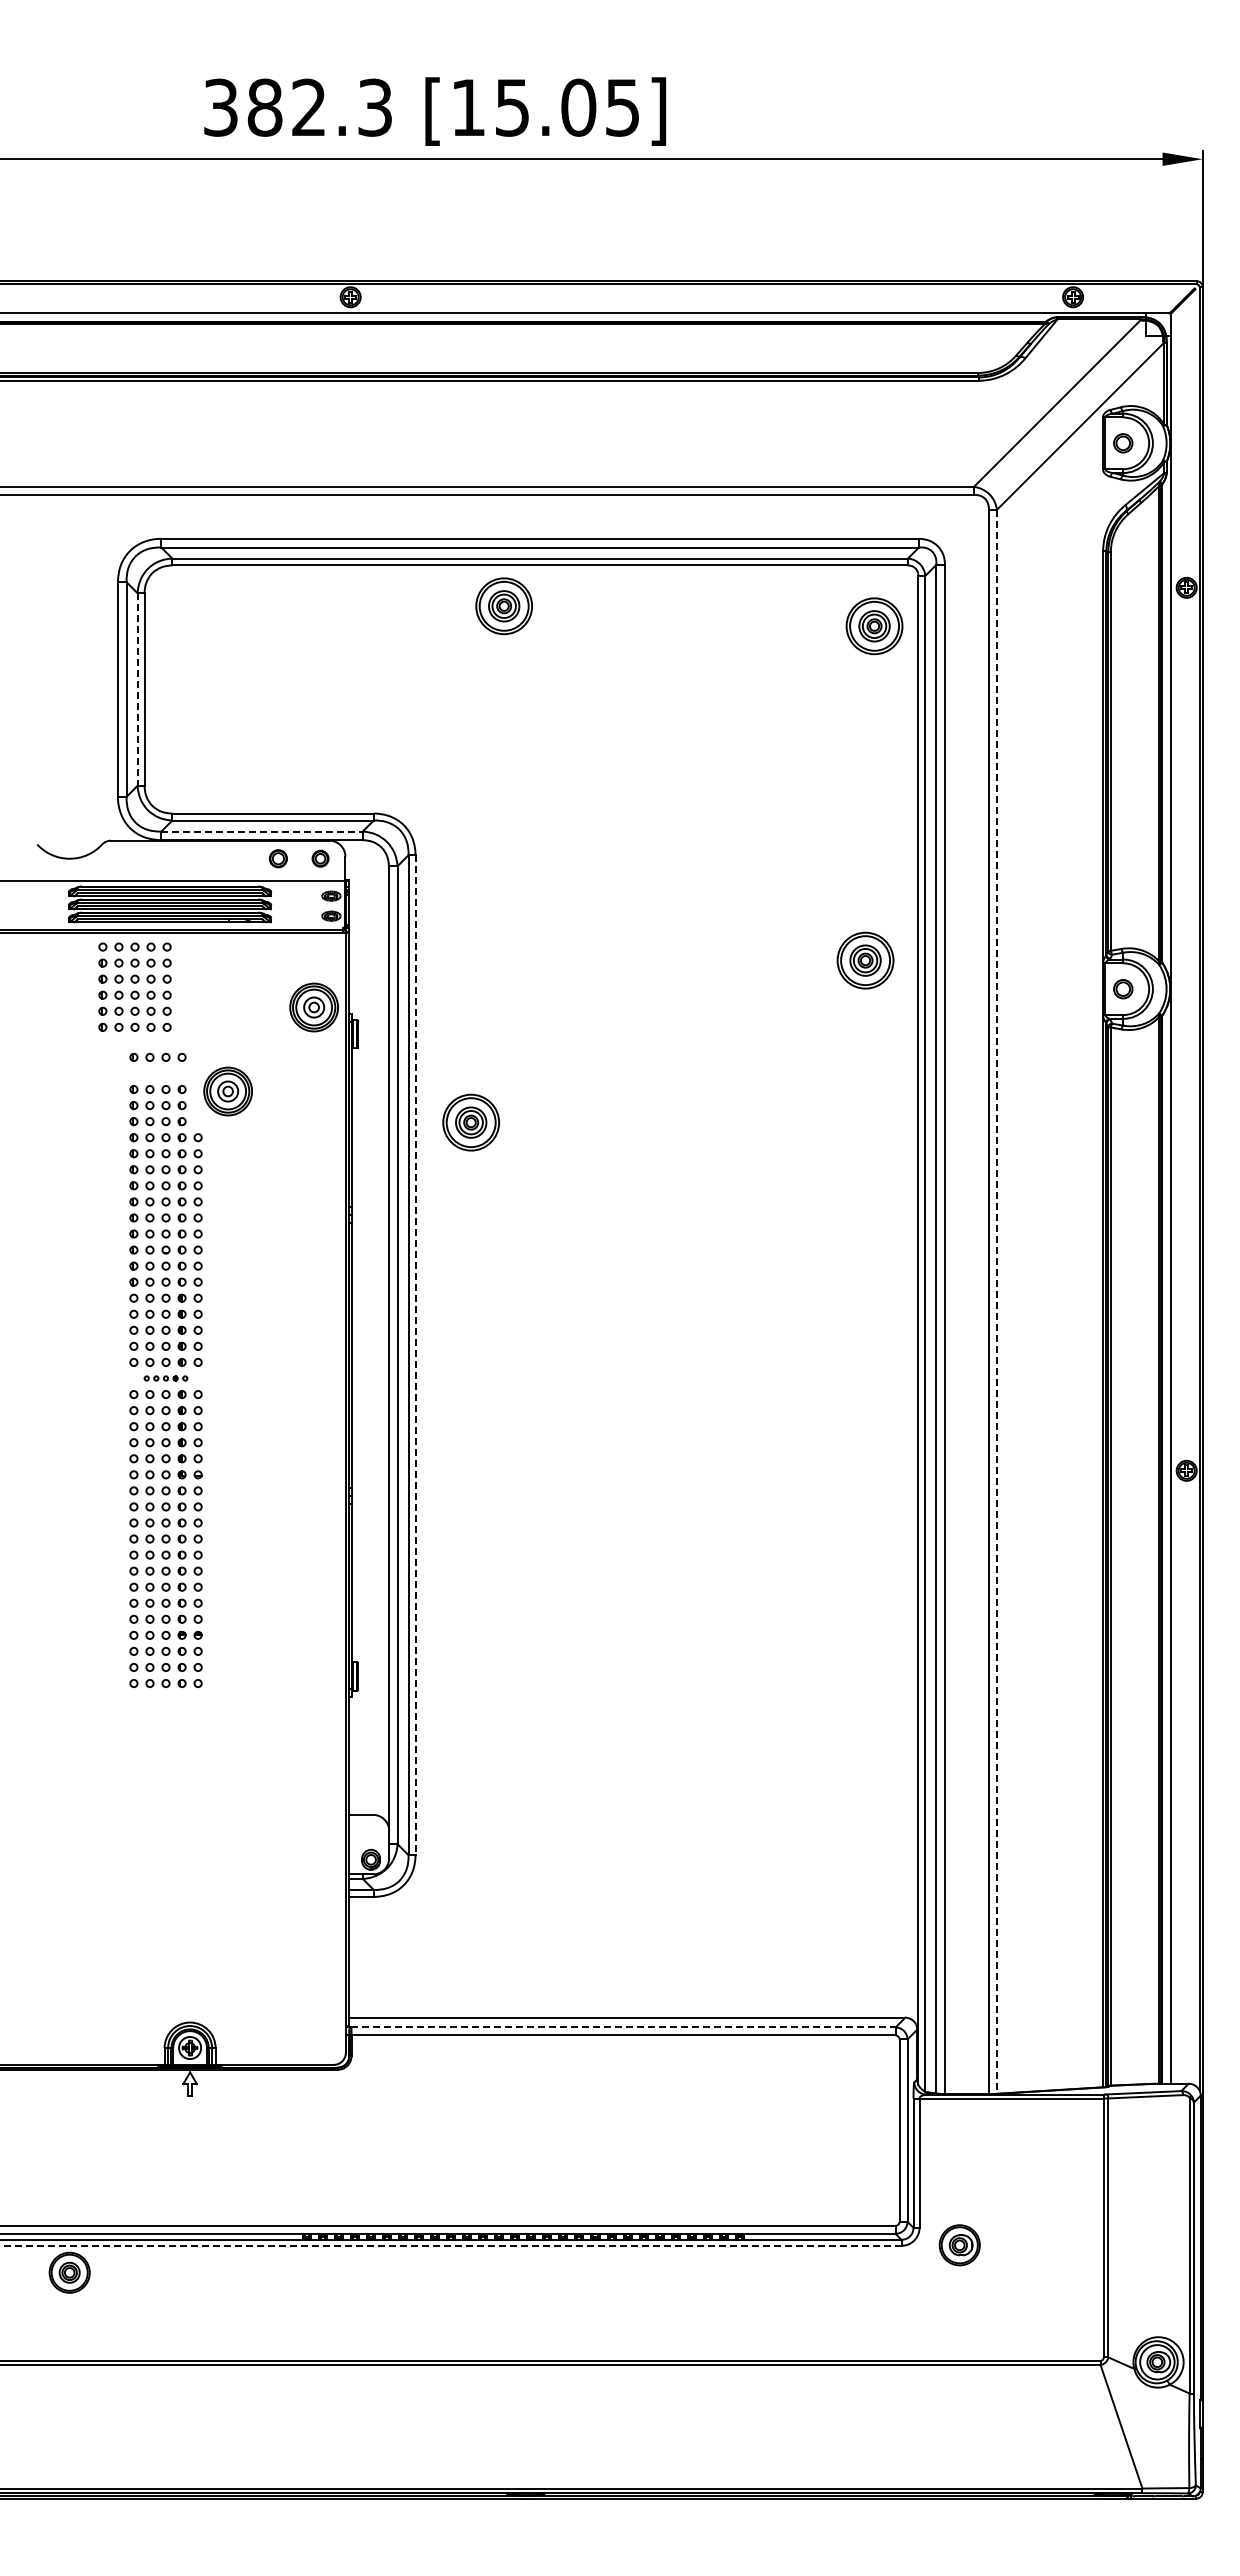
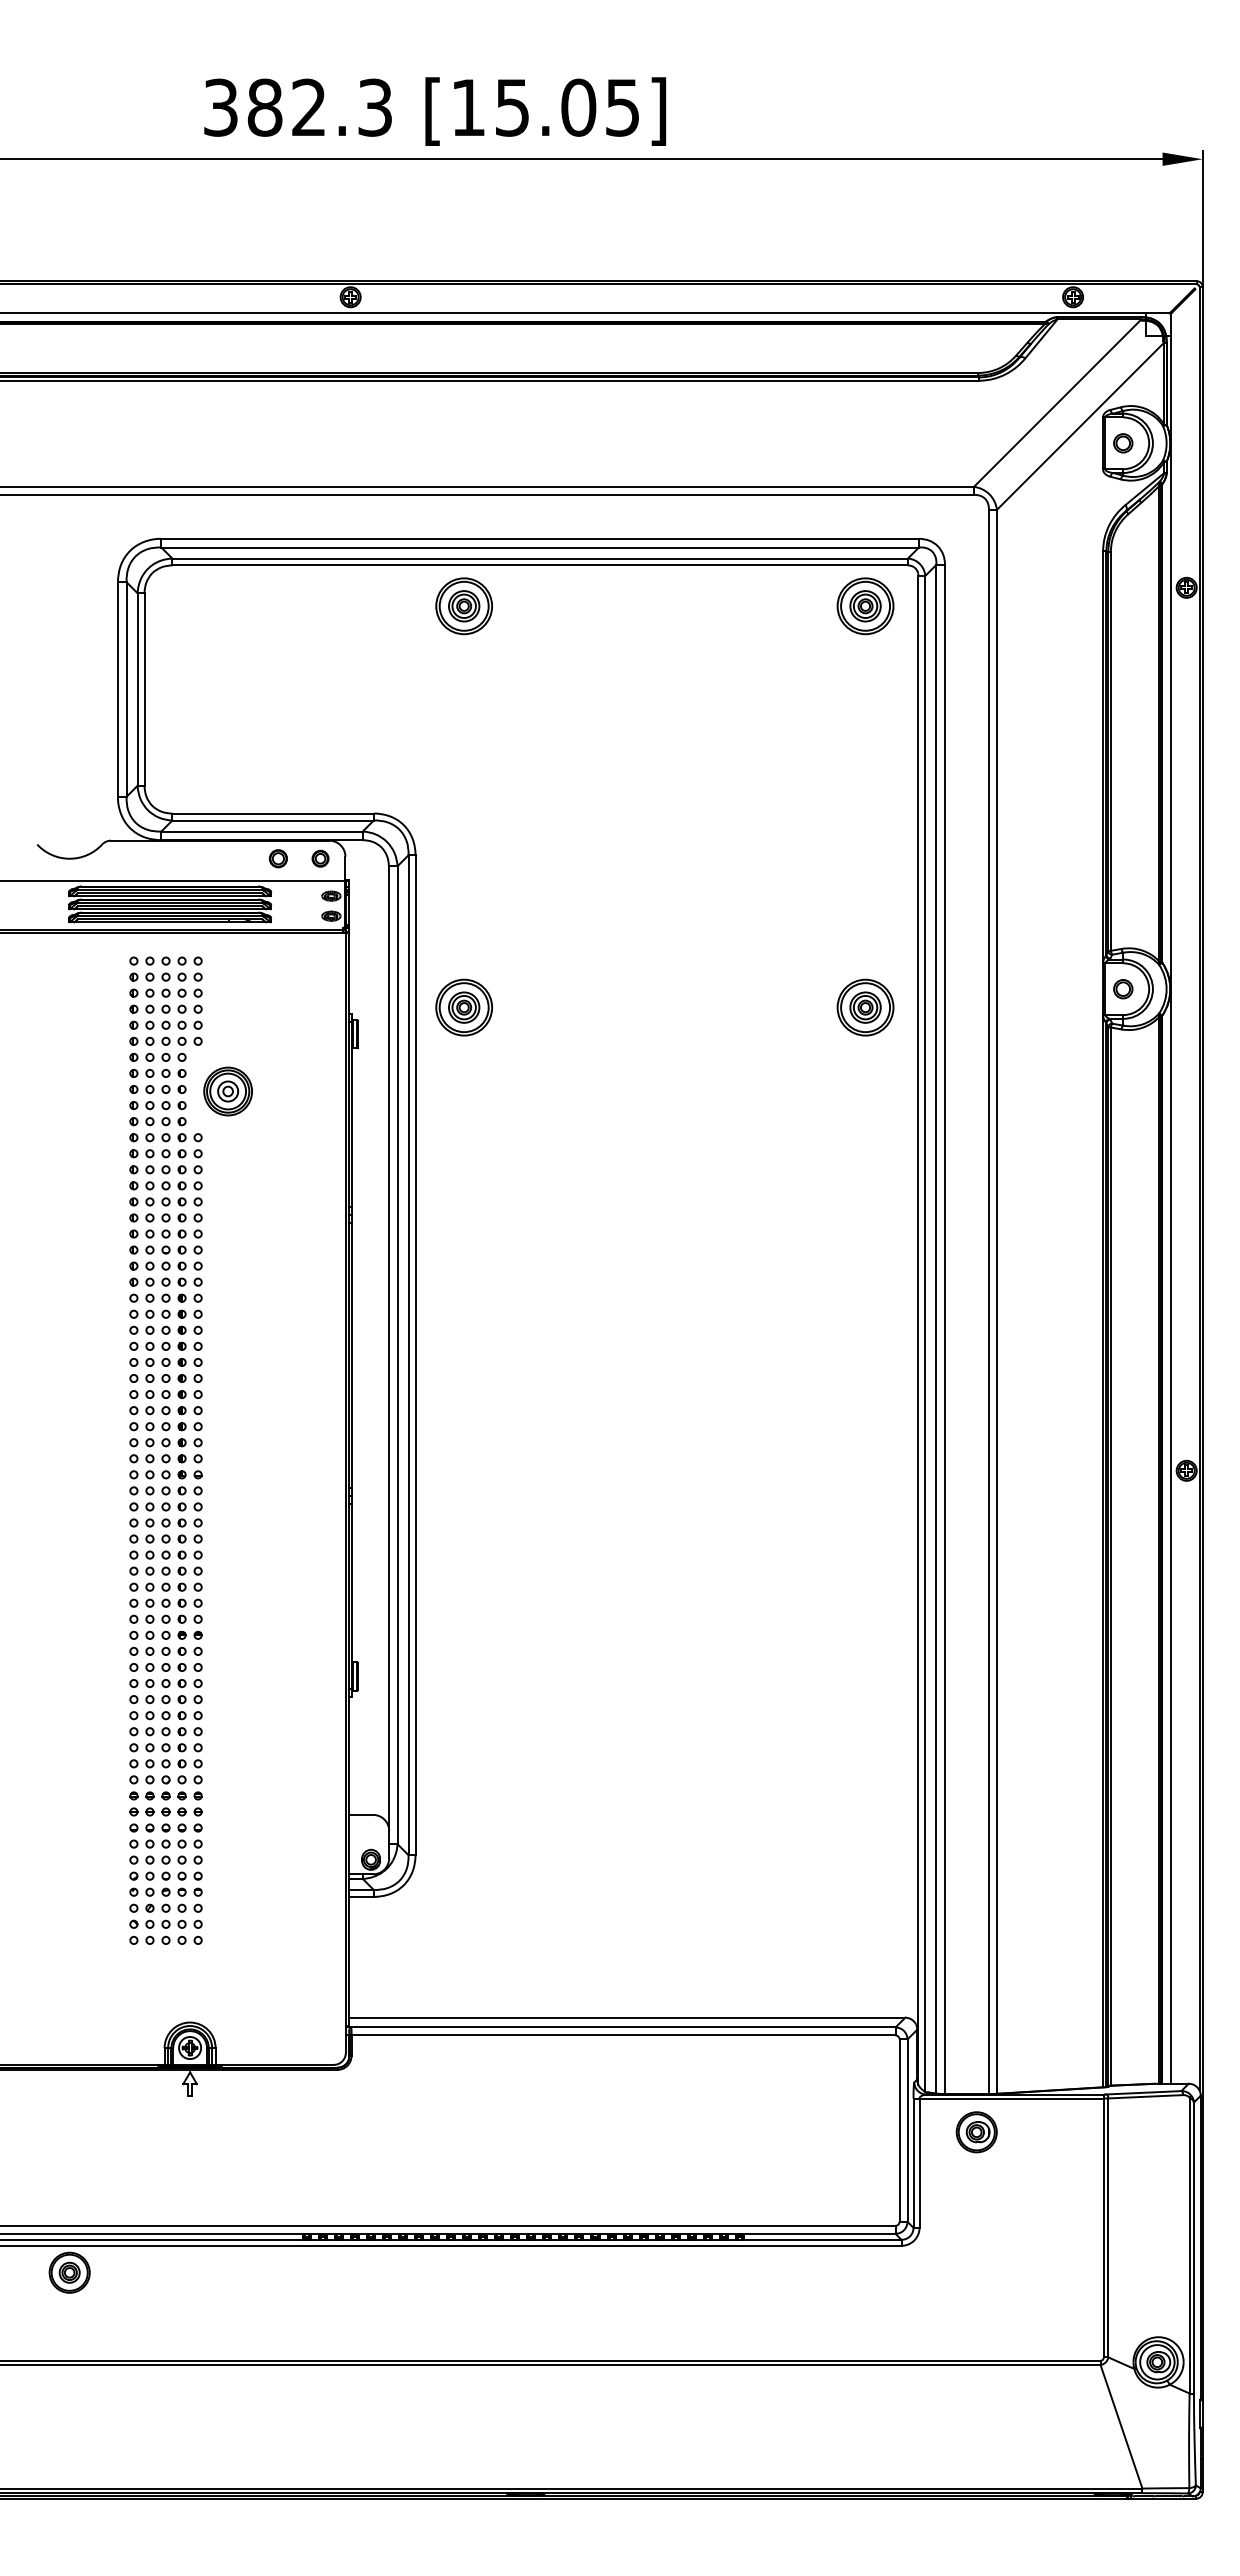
part at (503, 606) position: (503, 606) -> (463, 606)
part at (874, 626) position: (874, 626) -> (865, 606)
line at (137, 690): dashed -> solid
line at (262, 831): dashed -> solid
part at (865, 960) position: (865, 960) -> (865, 1007)
part at (134, 986) position: (134, 986) -> (165, 1000)
part at (313, 1007): present -> none
part at (157, 1073): none -> present
part at (470, 1122) position: (470, 1122) -> (463, 1007)
line at (997, 1302): dashed -> solid
line at (415, 1355): dashed -> solid
part at (165, 1378) size: 46x7 px -> 74x9 px
part at (165, 1819): none -> present
line at (623, 2027): dashed -> solid
line at (450, 2245): dashed -> solid
part at (959, 2245) position: (959, 2245) -> (976, 2132)
